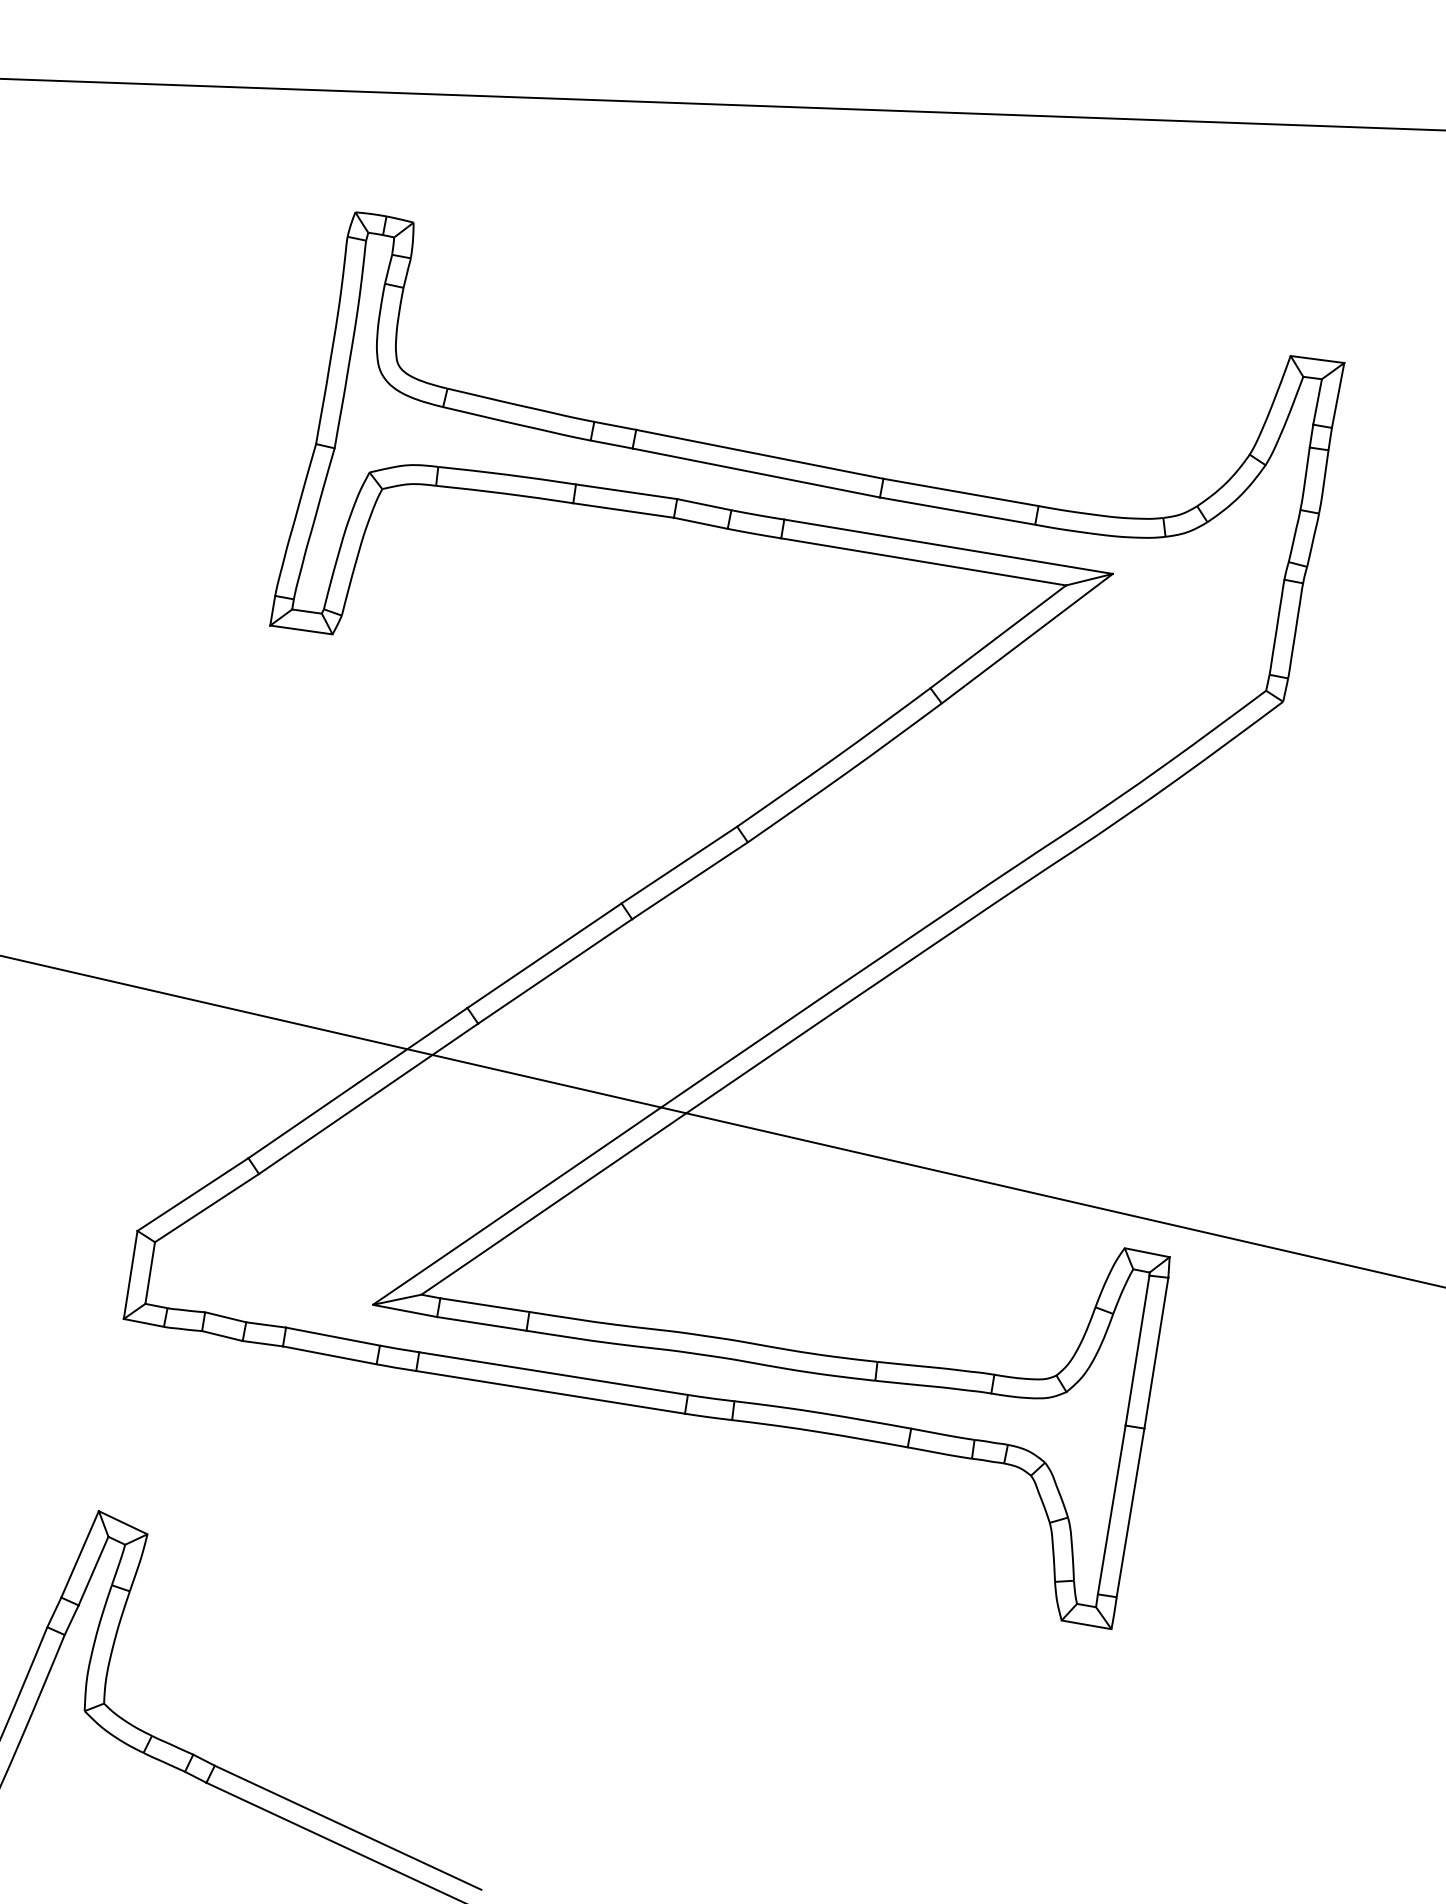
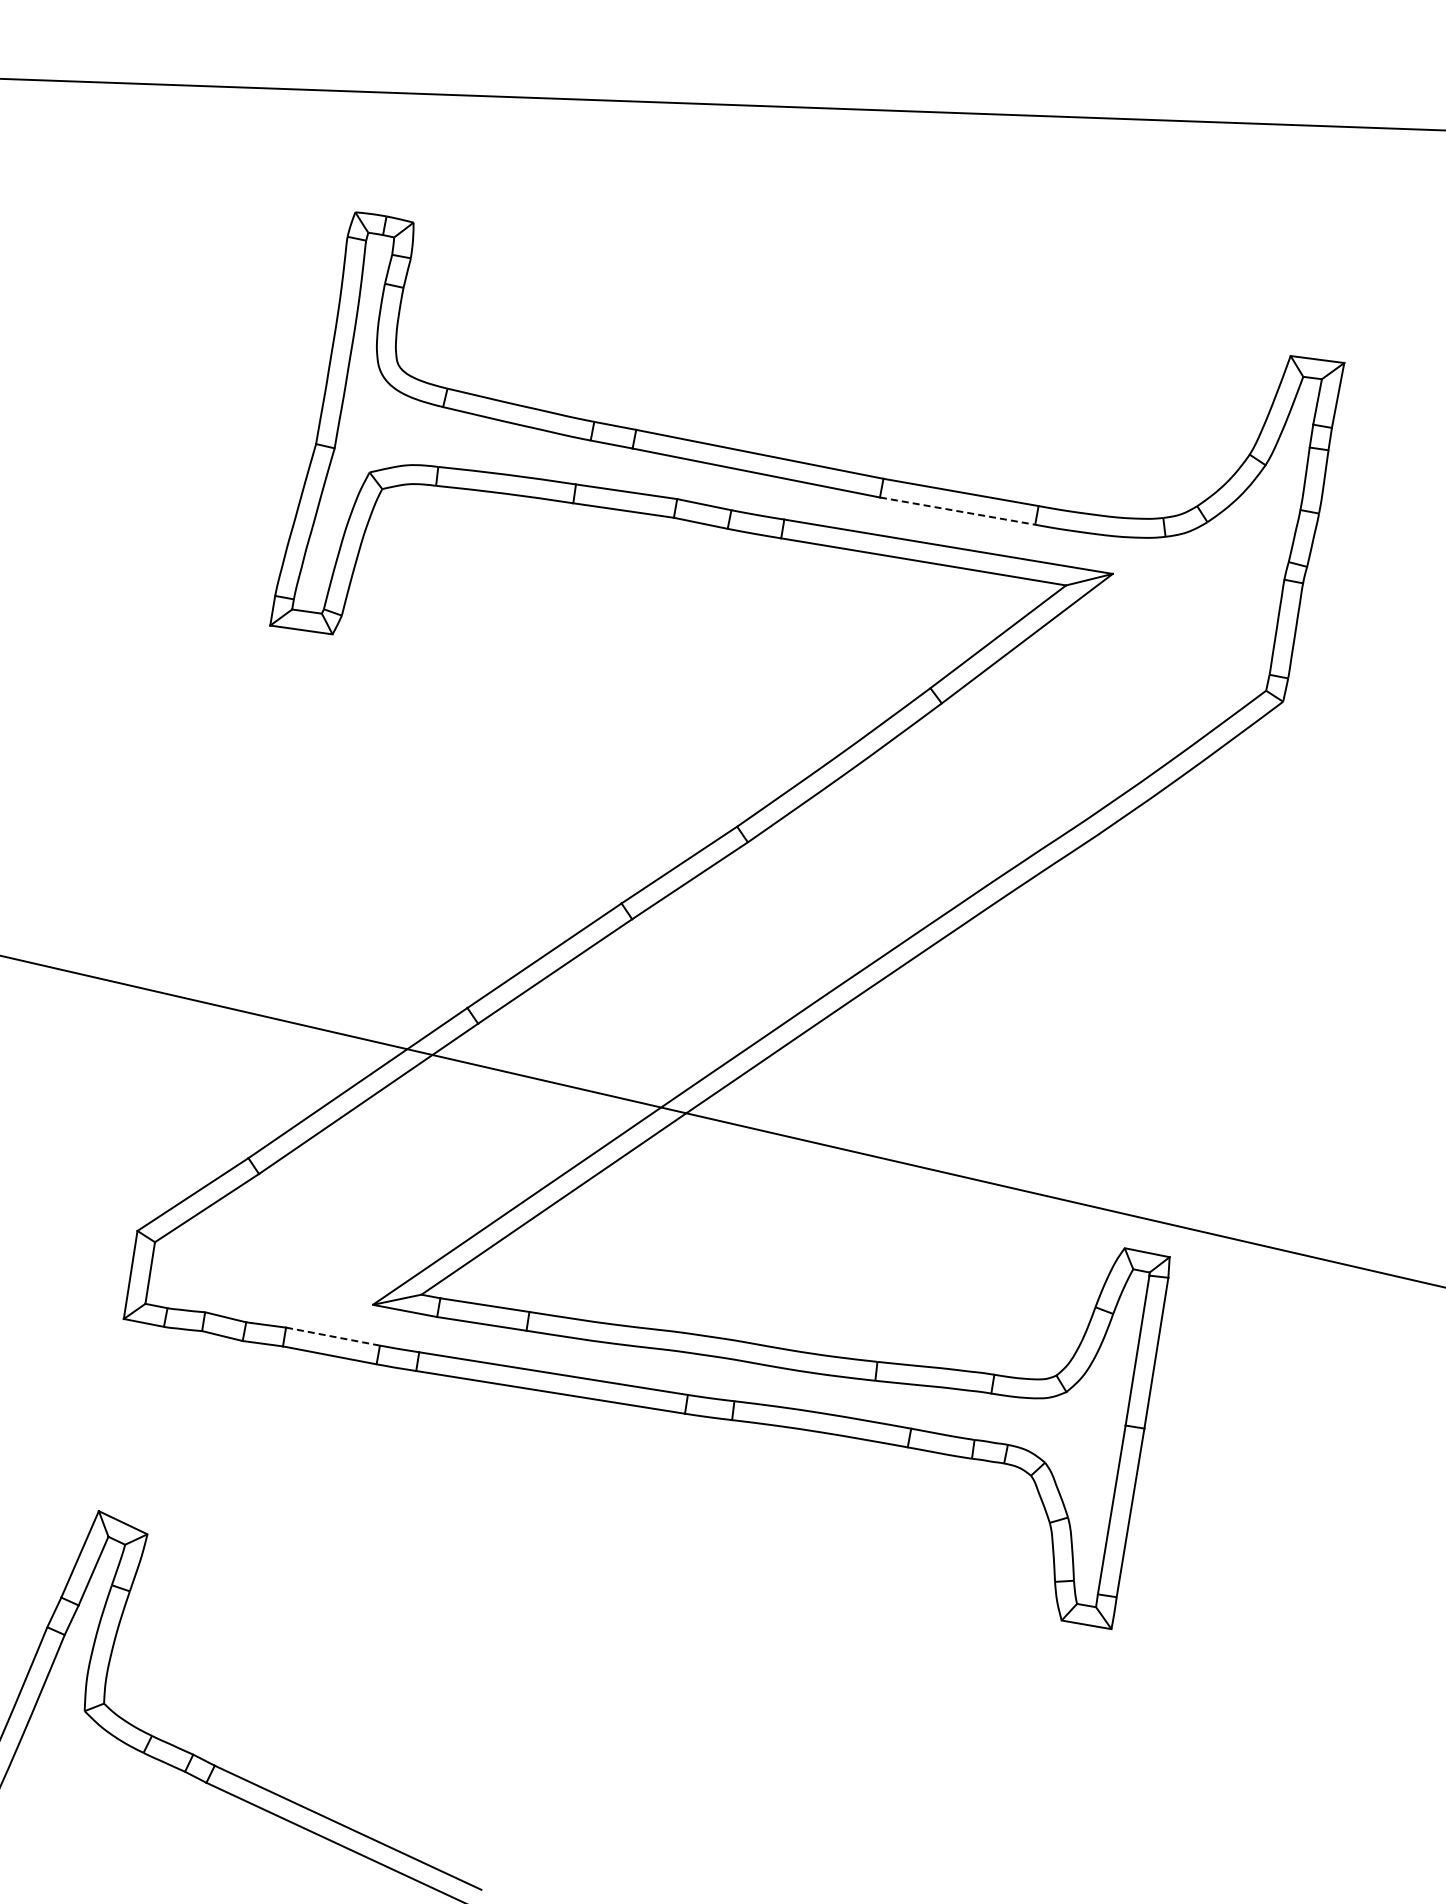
line at (957, 511): solid -> dashed
line at (333, 1336): solid -> dashed
